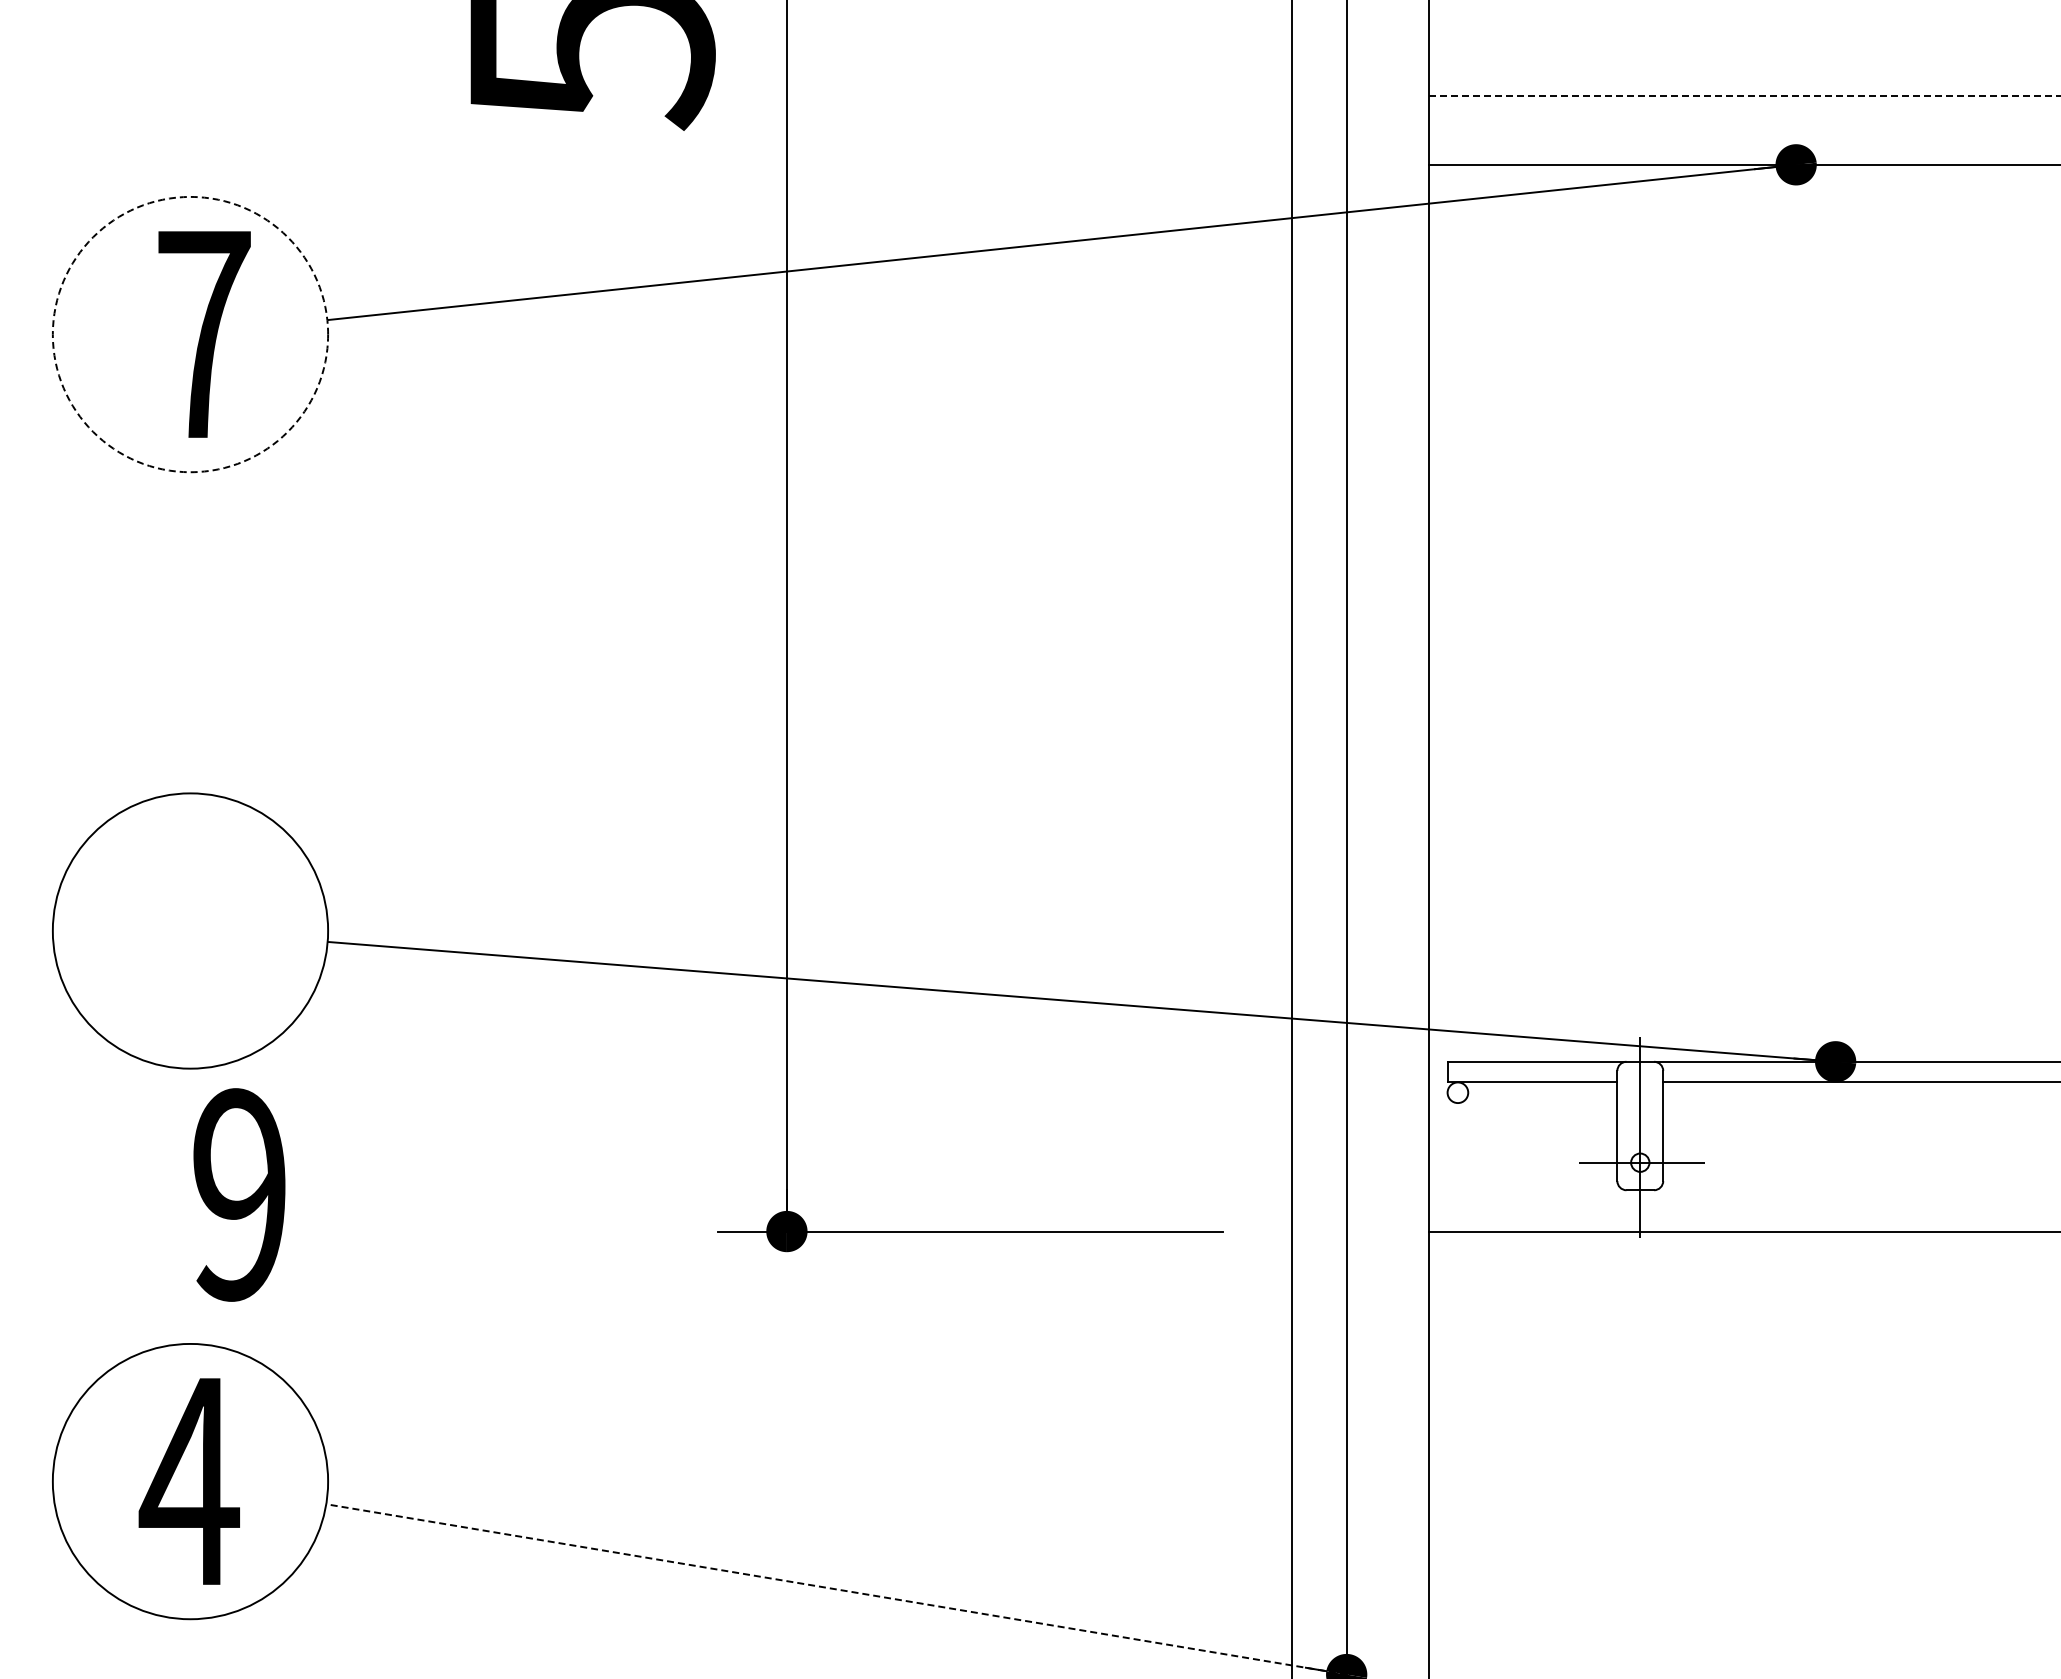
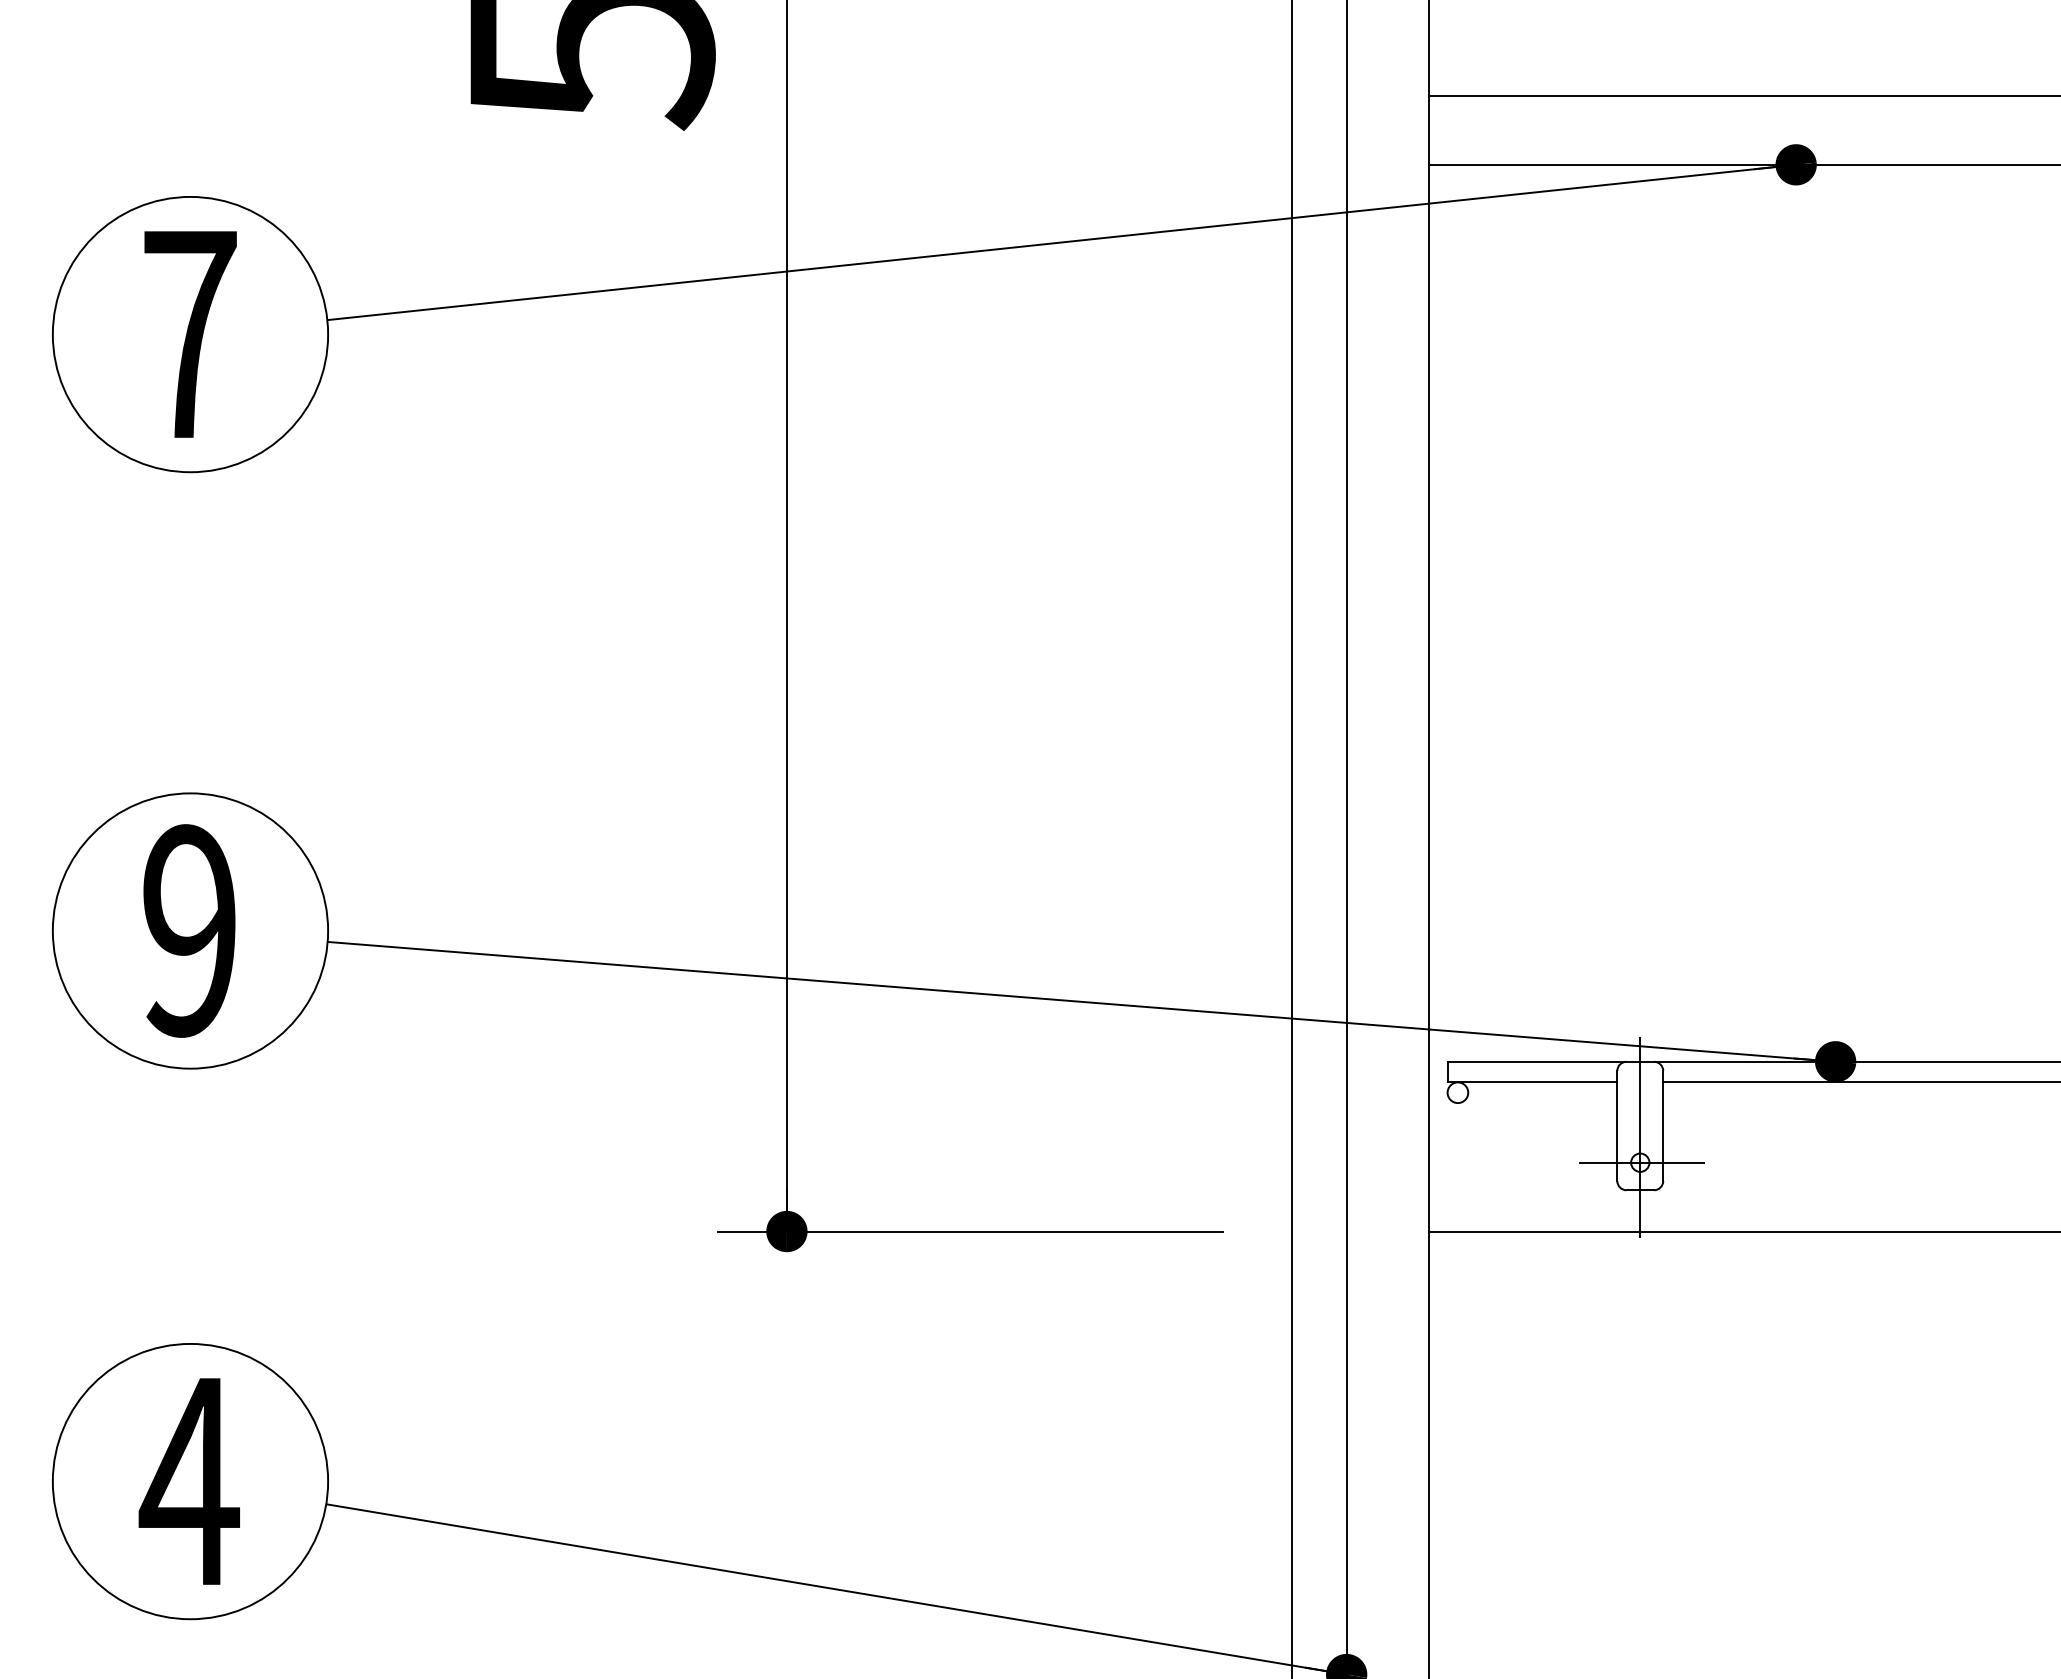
line at (1744, 96): dashed -> solid
circle at (190, 334): dashed -> solid
text at (204, 334) position: (204, 334) -> (190, 334)
text at (239, 1194) position: (239, 1194) -> (189, 930)
line at (835, 1589): dashed -> solid
